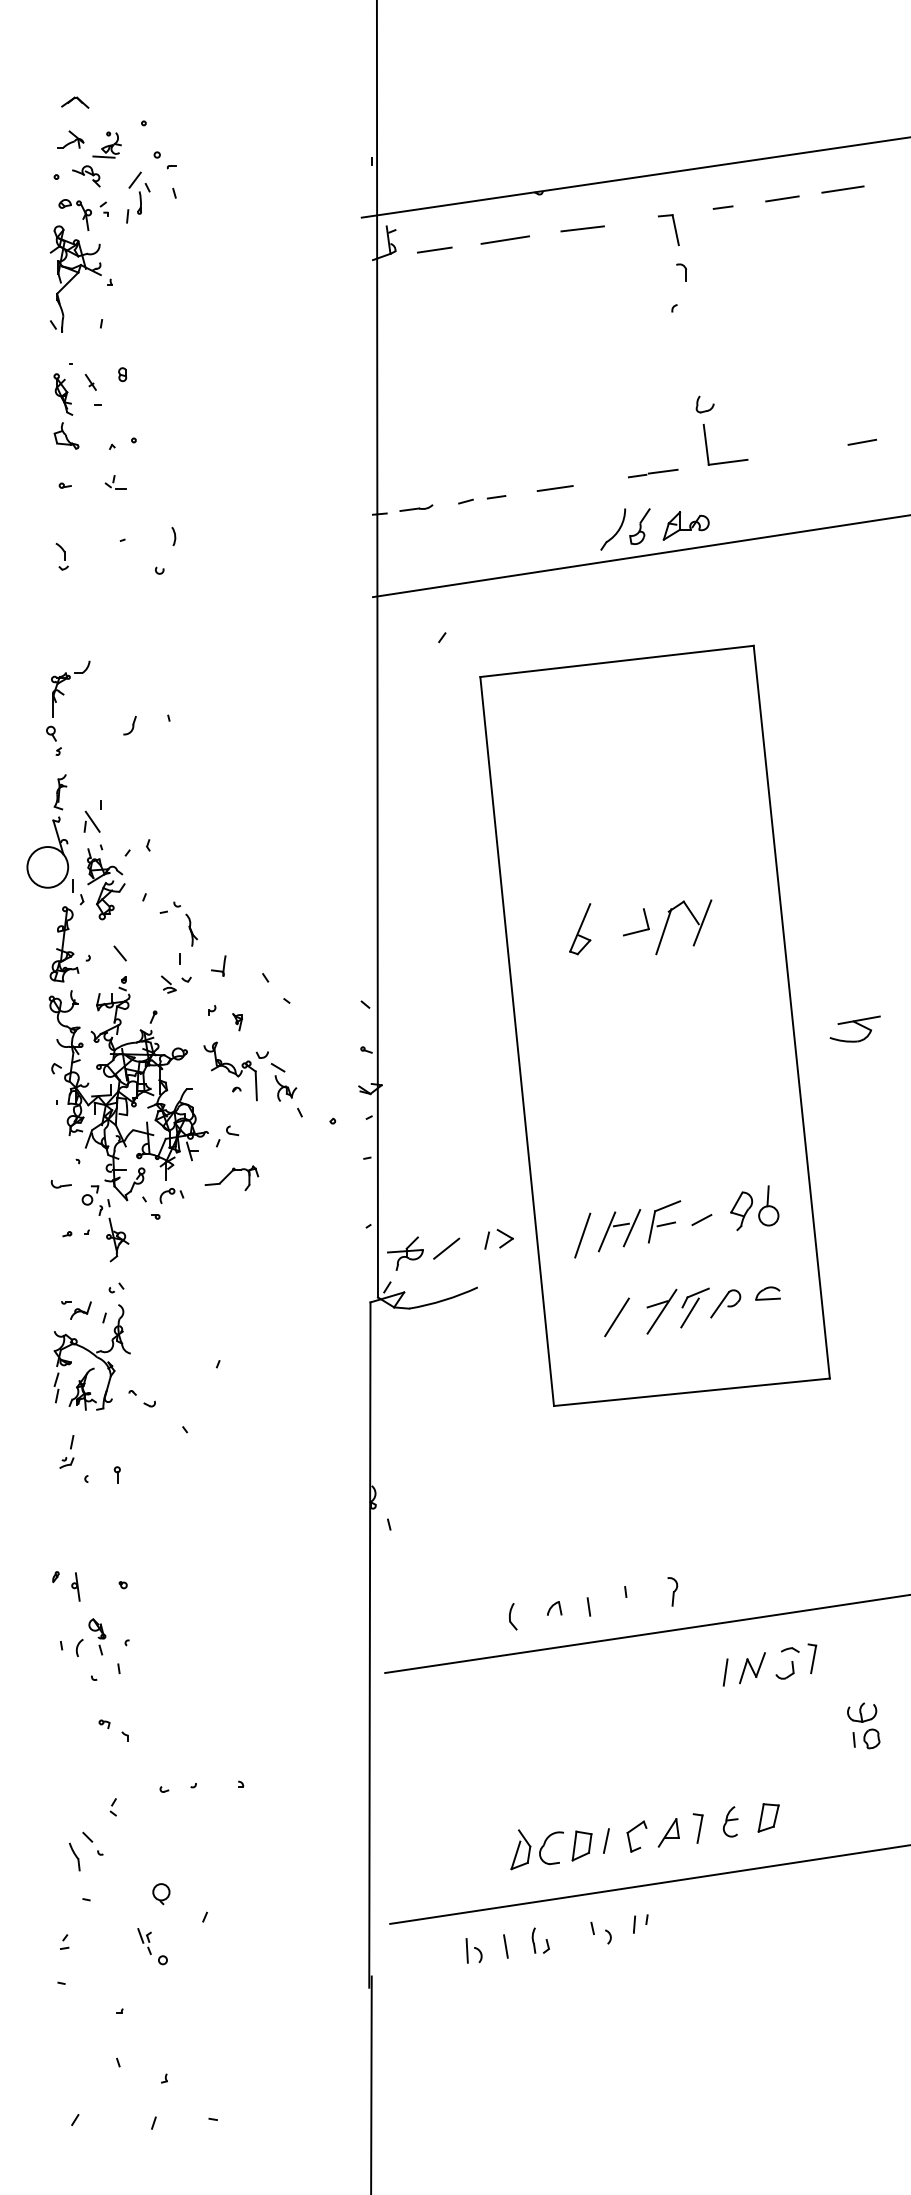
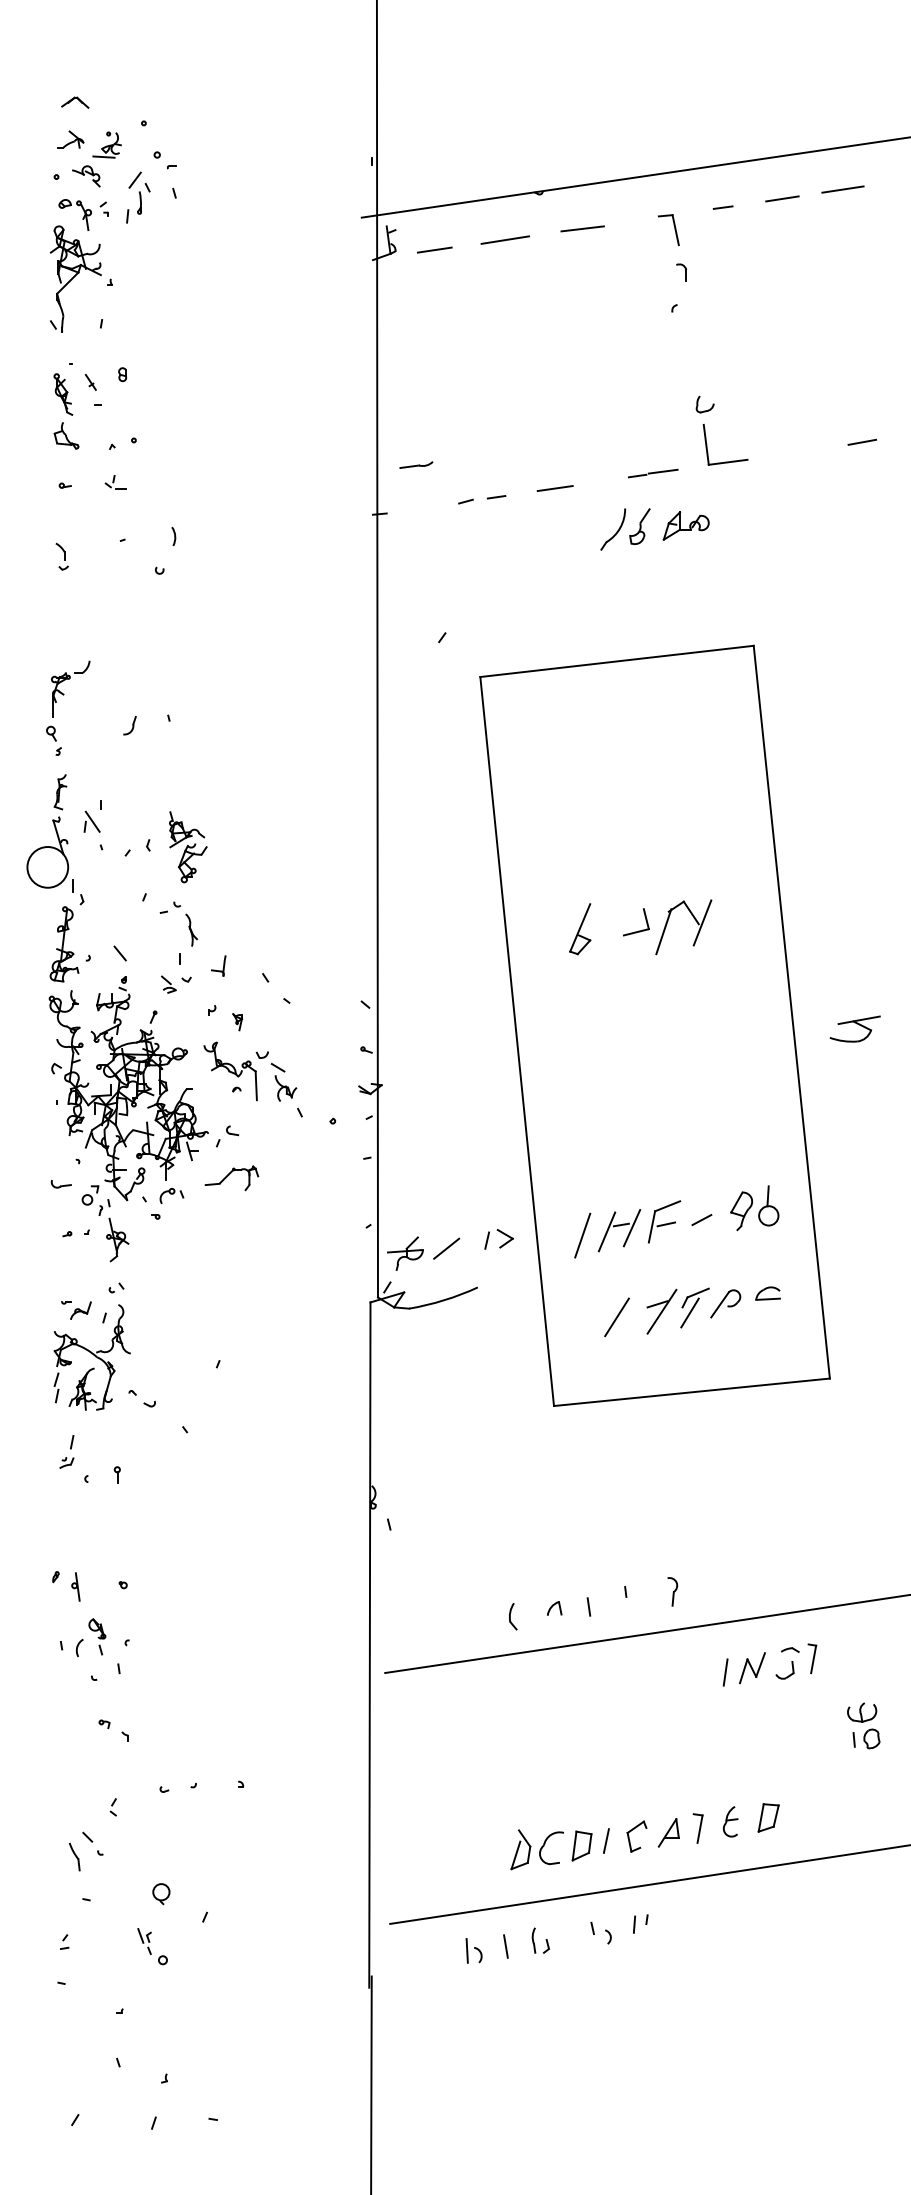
part at (416, 507) position: (416, 507) -> (416, 464)
line at (640, 556): present -> none
part at (106, 884) position: (106, 884) -> (188, 847)
